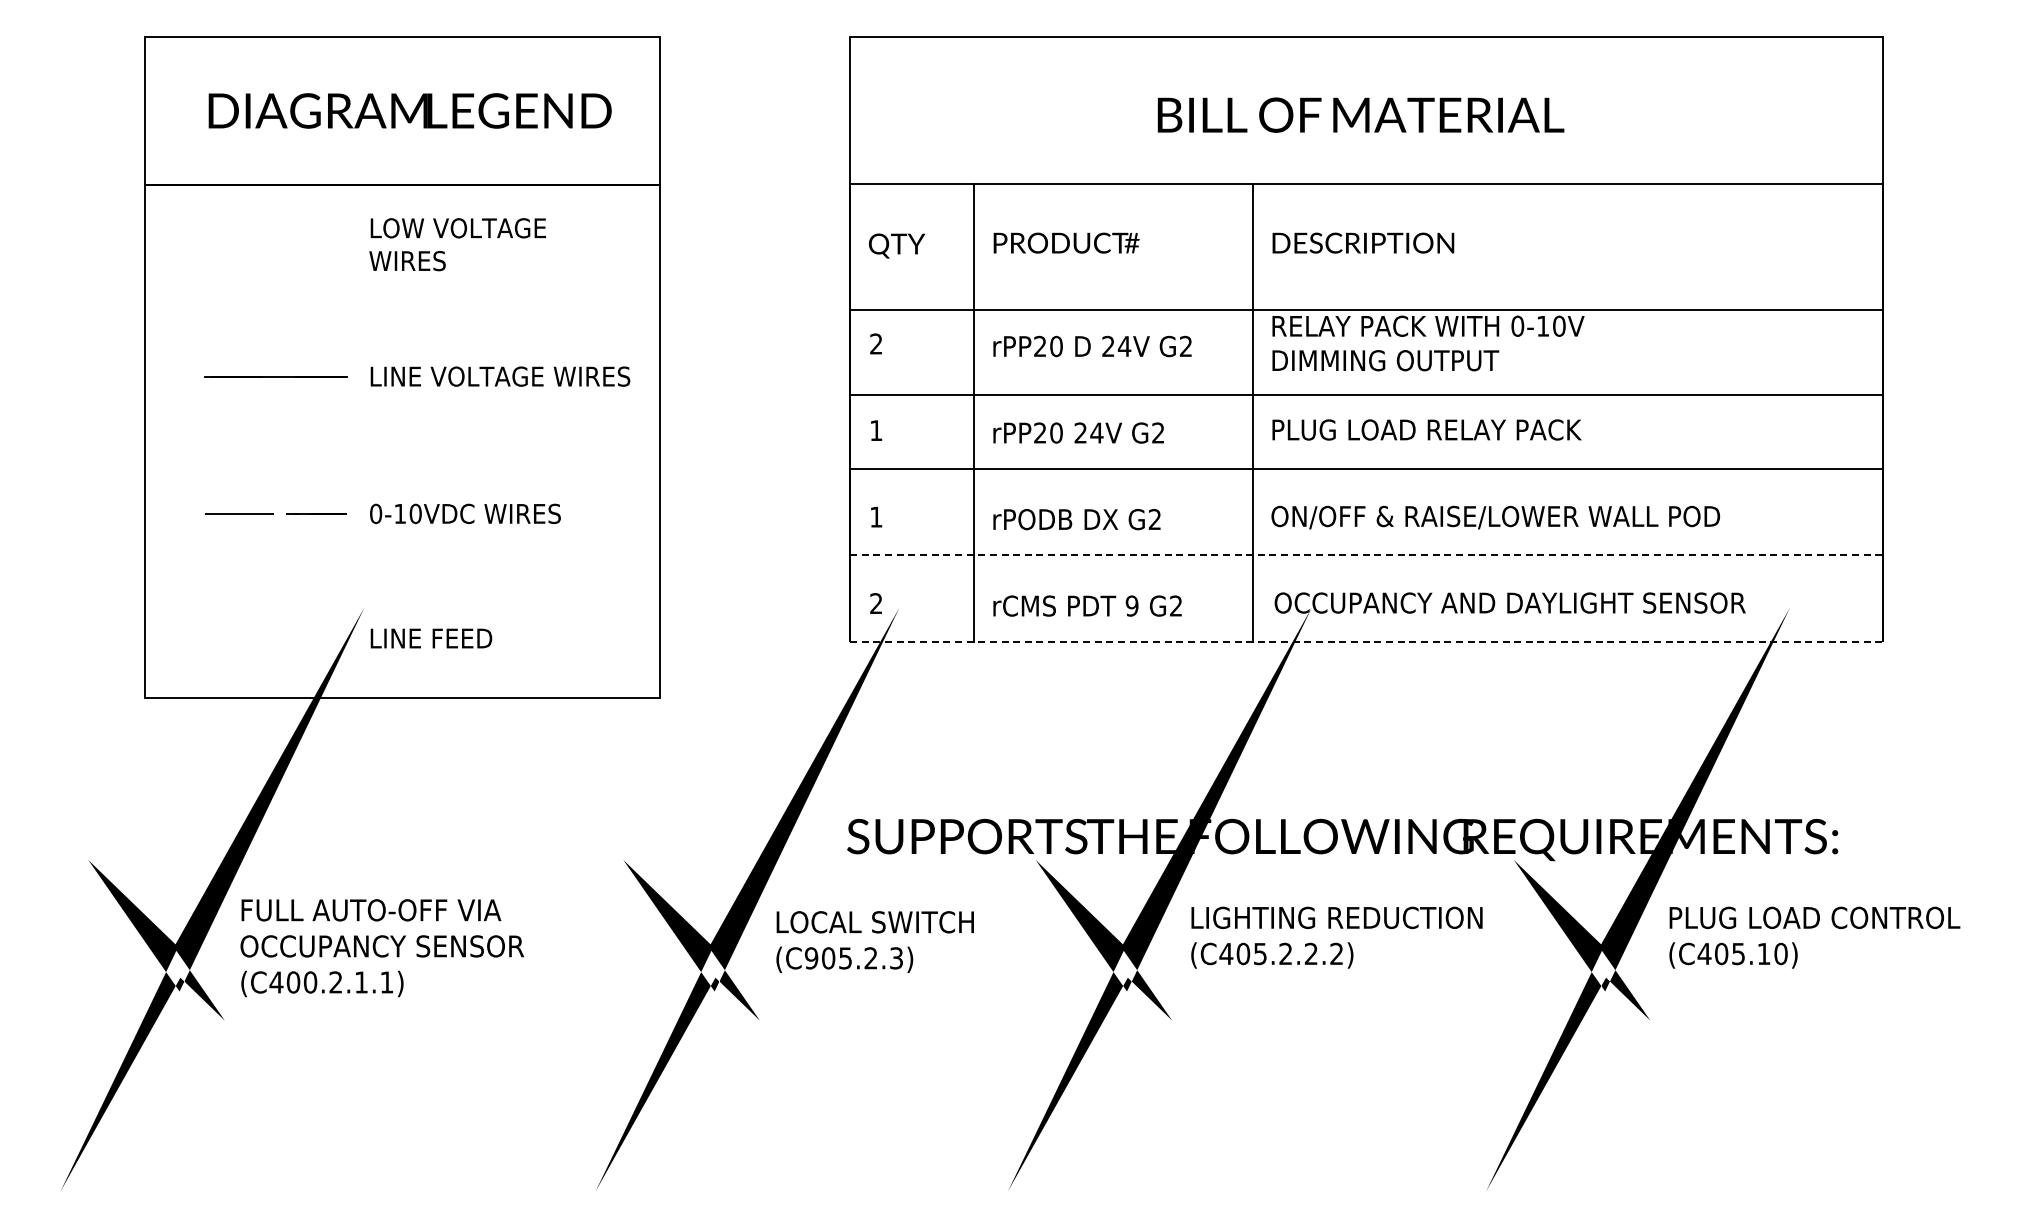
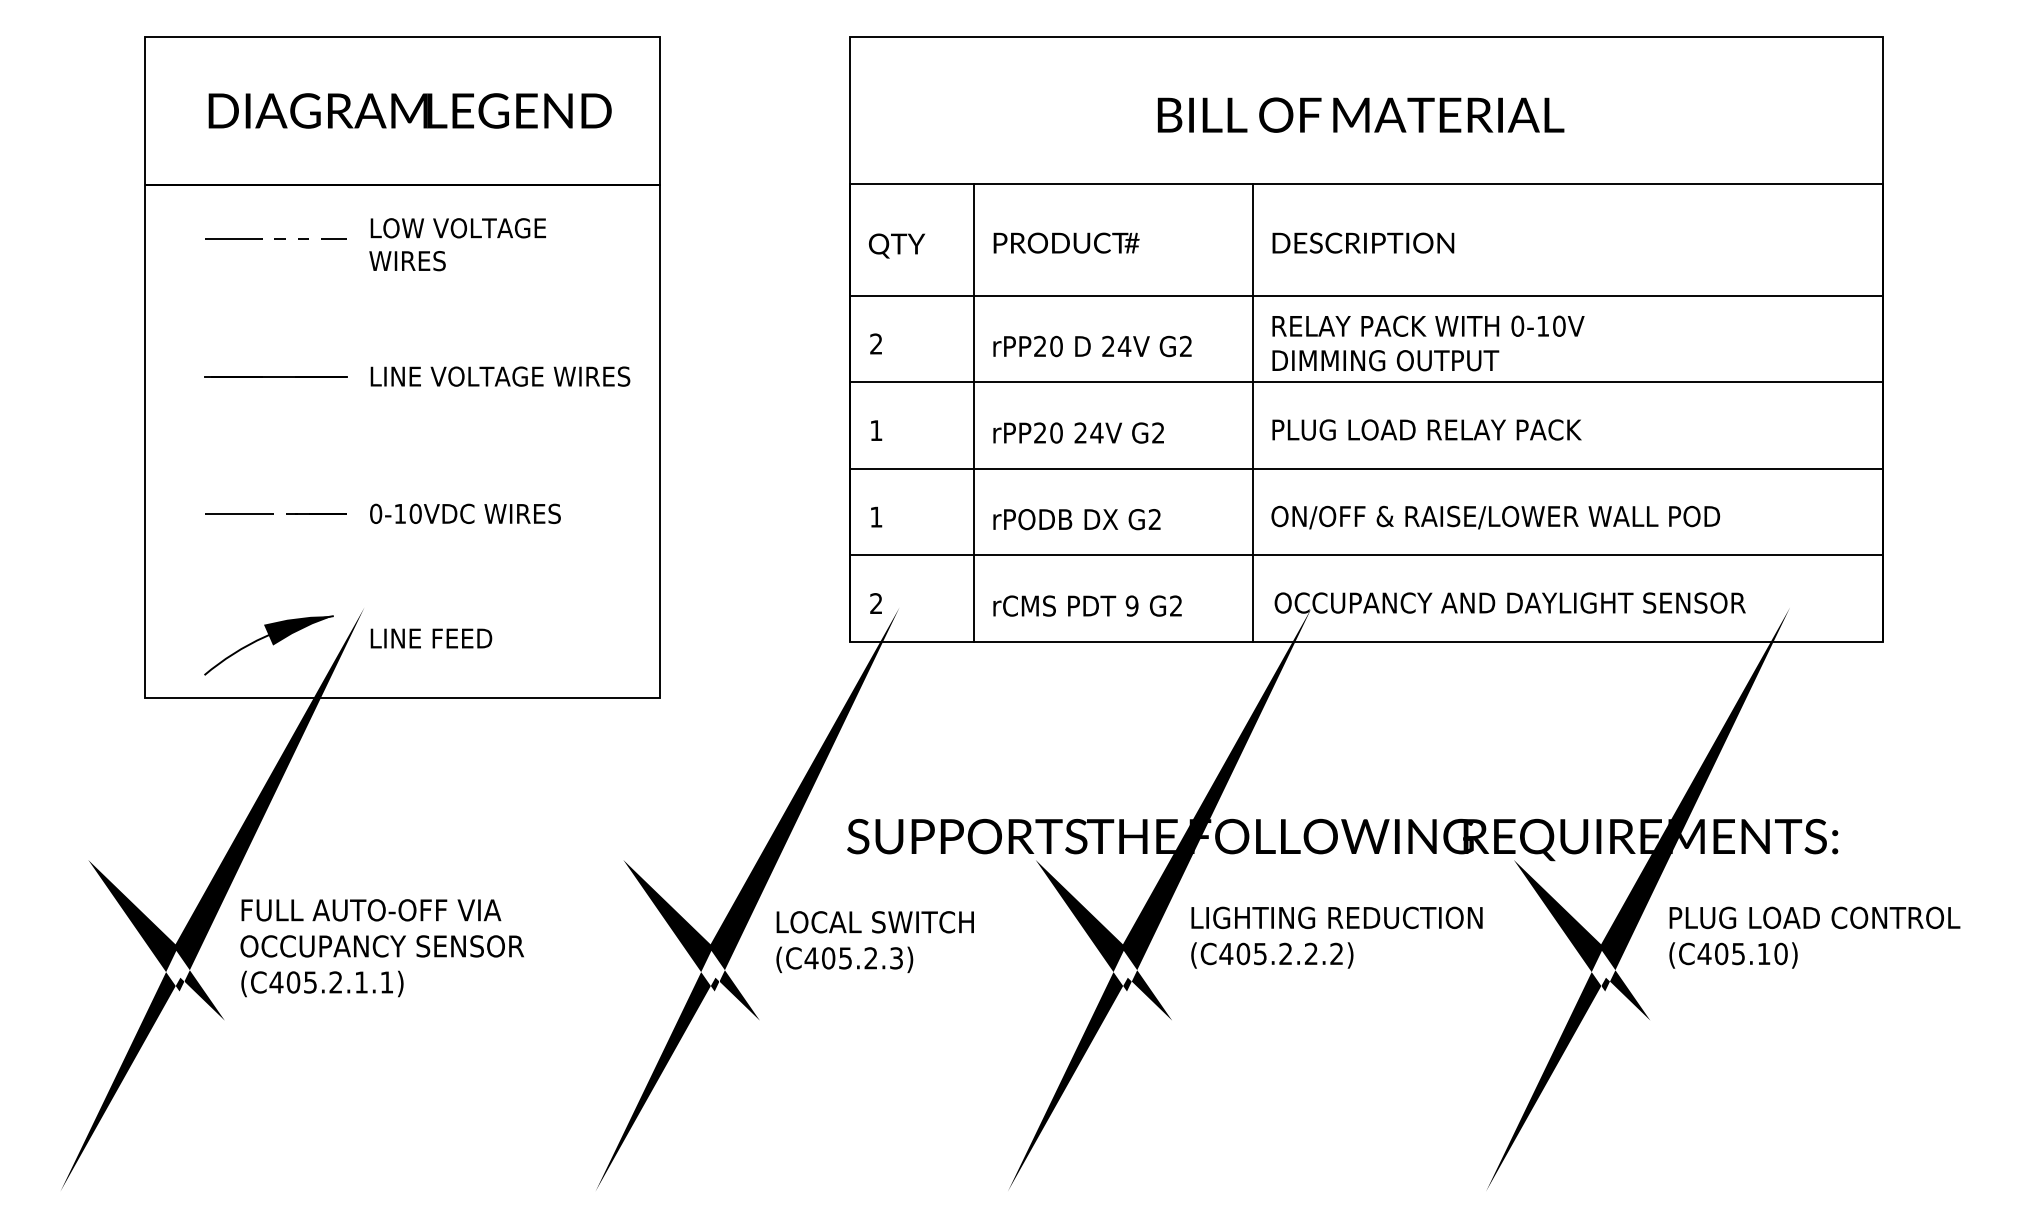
line at (275, 238): none -> present
line at (1366, 309) position: (1366, 309) -> (1366, 295)
line at (1366, 395) position: (1366, 395) -> (1366, 382)
line at (1366, 555): dashed -> solid
line at (1366, 641): dashed -> solid
part at (268, 645): none -> present
text at (811, 958): (C905.2.3) -> (C405.2.3)
text at (310, 982): (C400.2.1.1) -> (C405.2.1.1)
